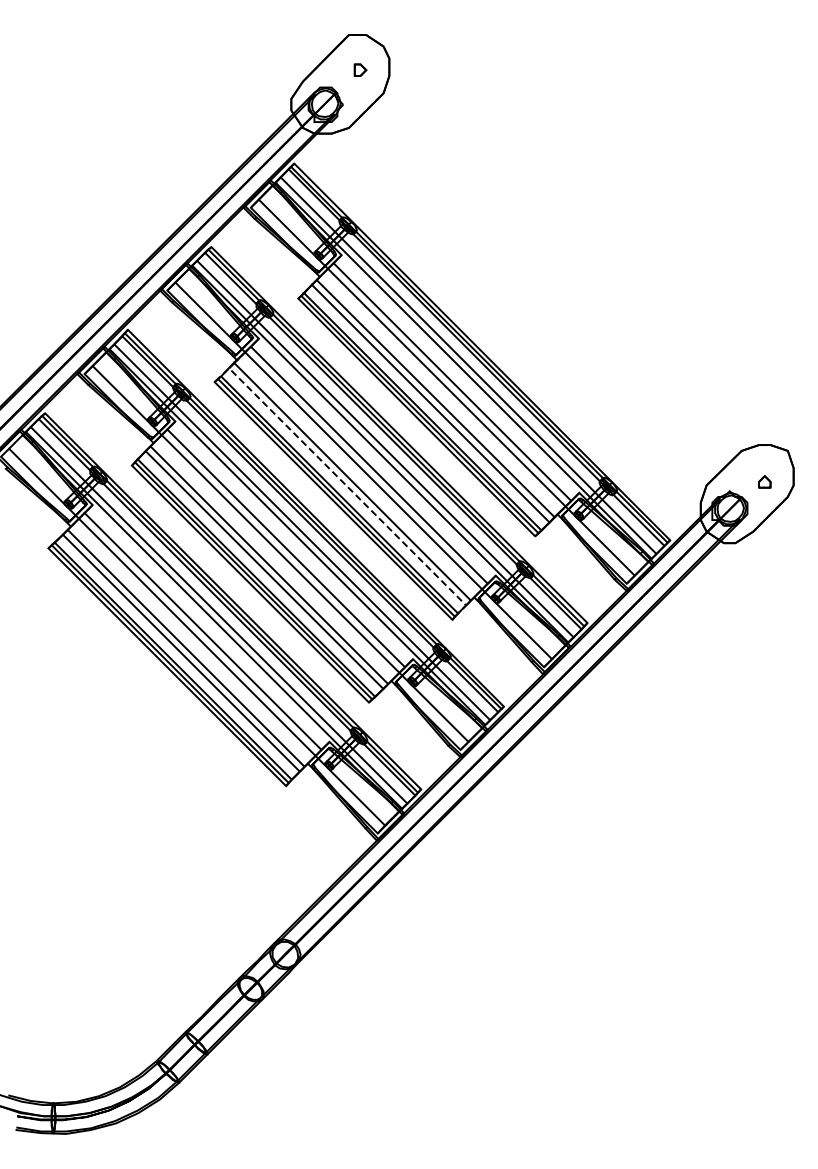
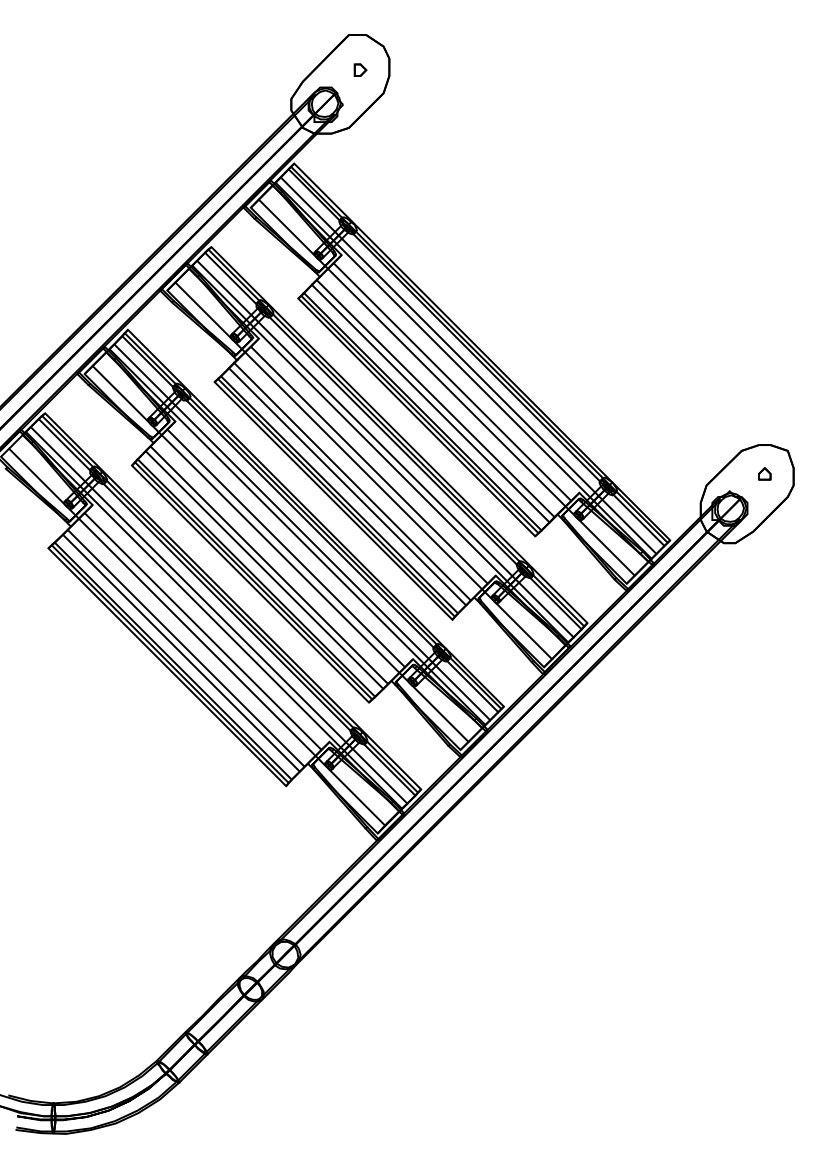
part at (764, 481) position: (764, 481) -> (764, 473)
line at (347, 486): dashed -> solid
